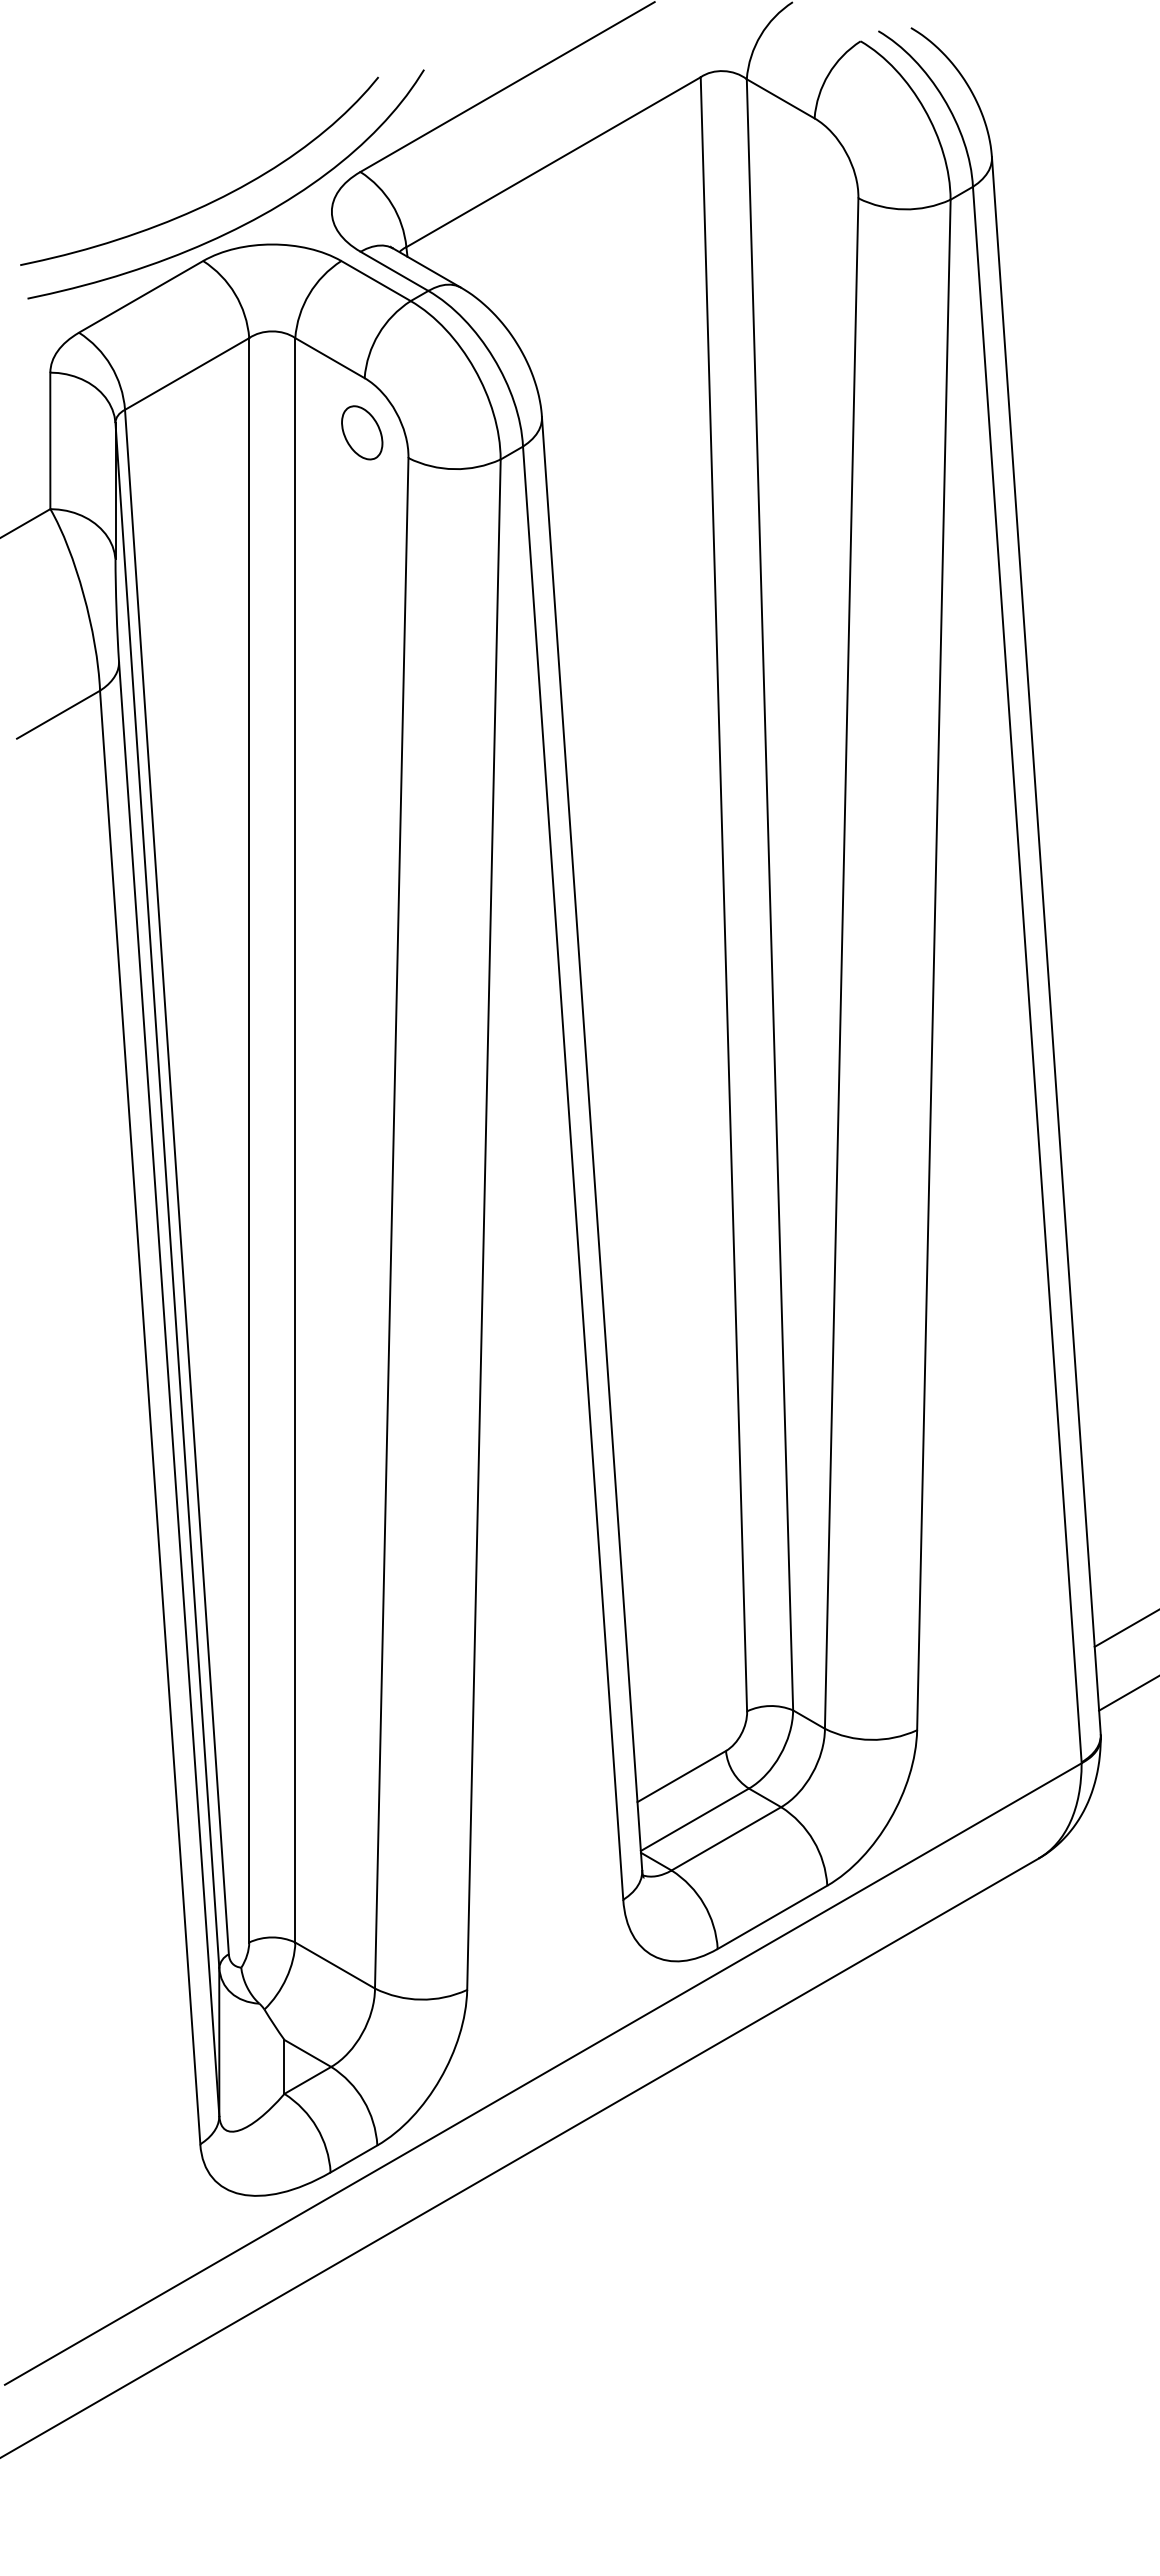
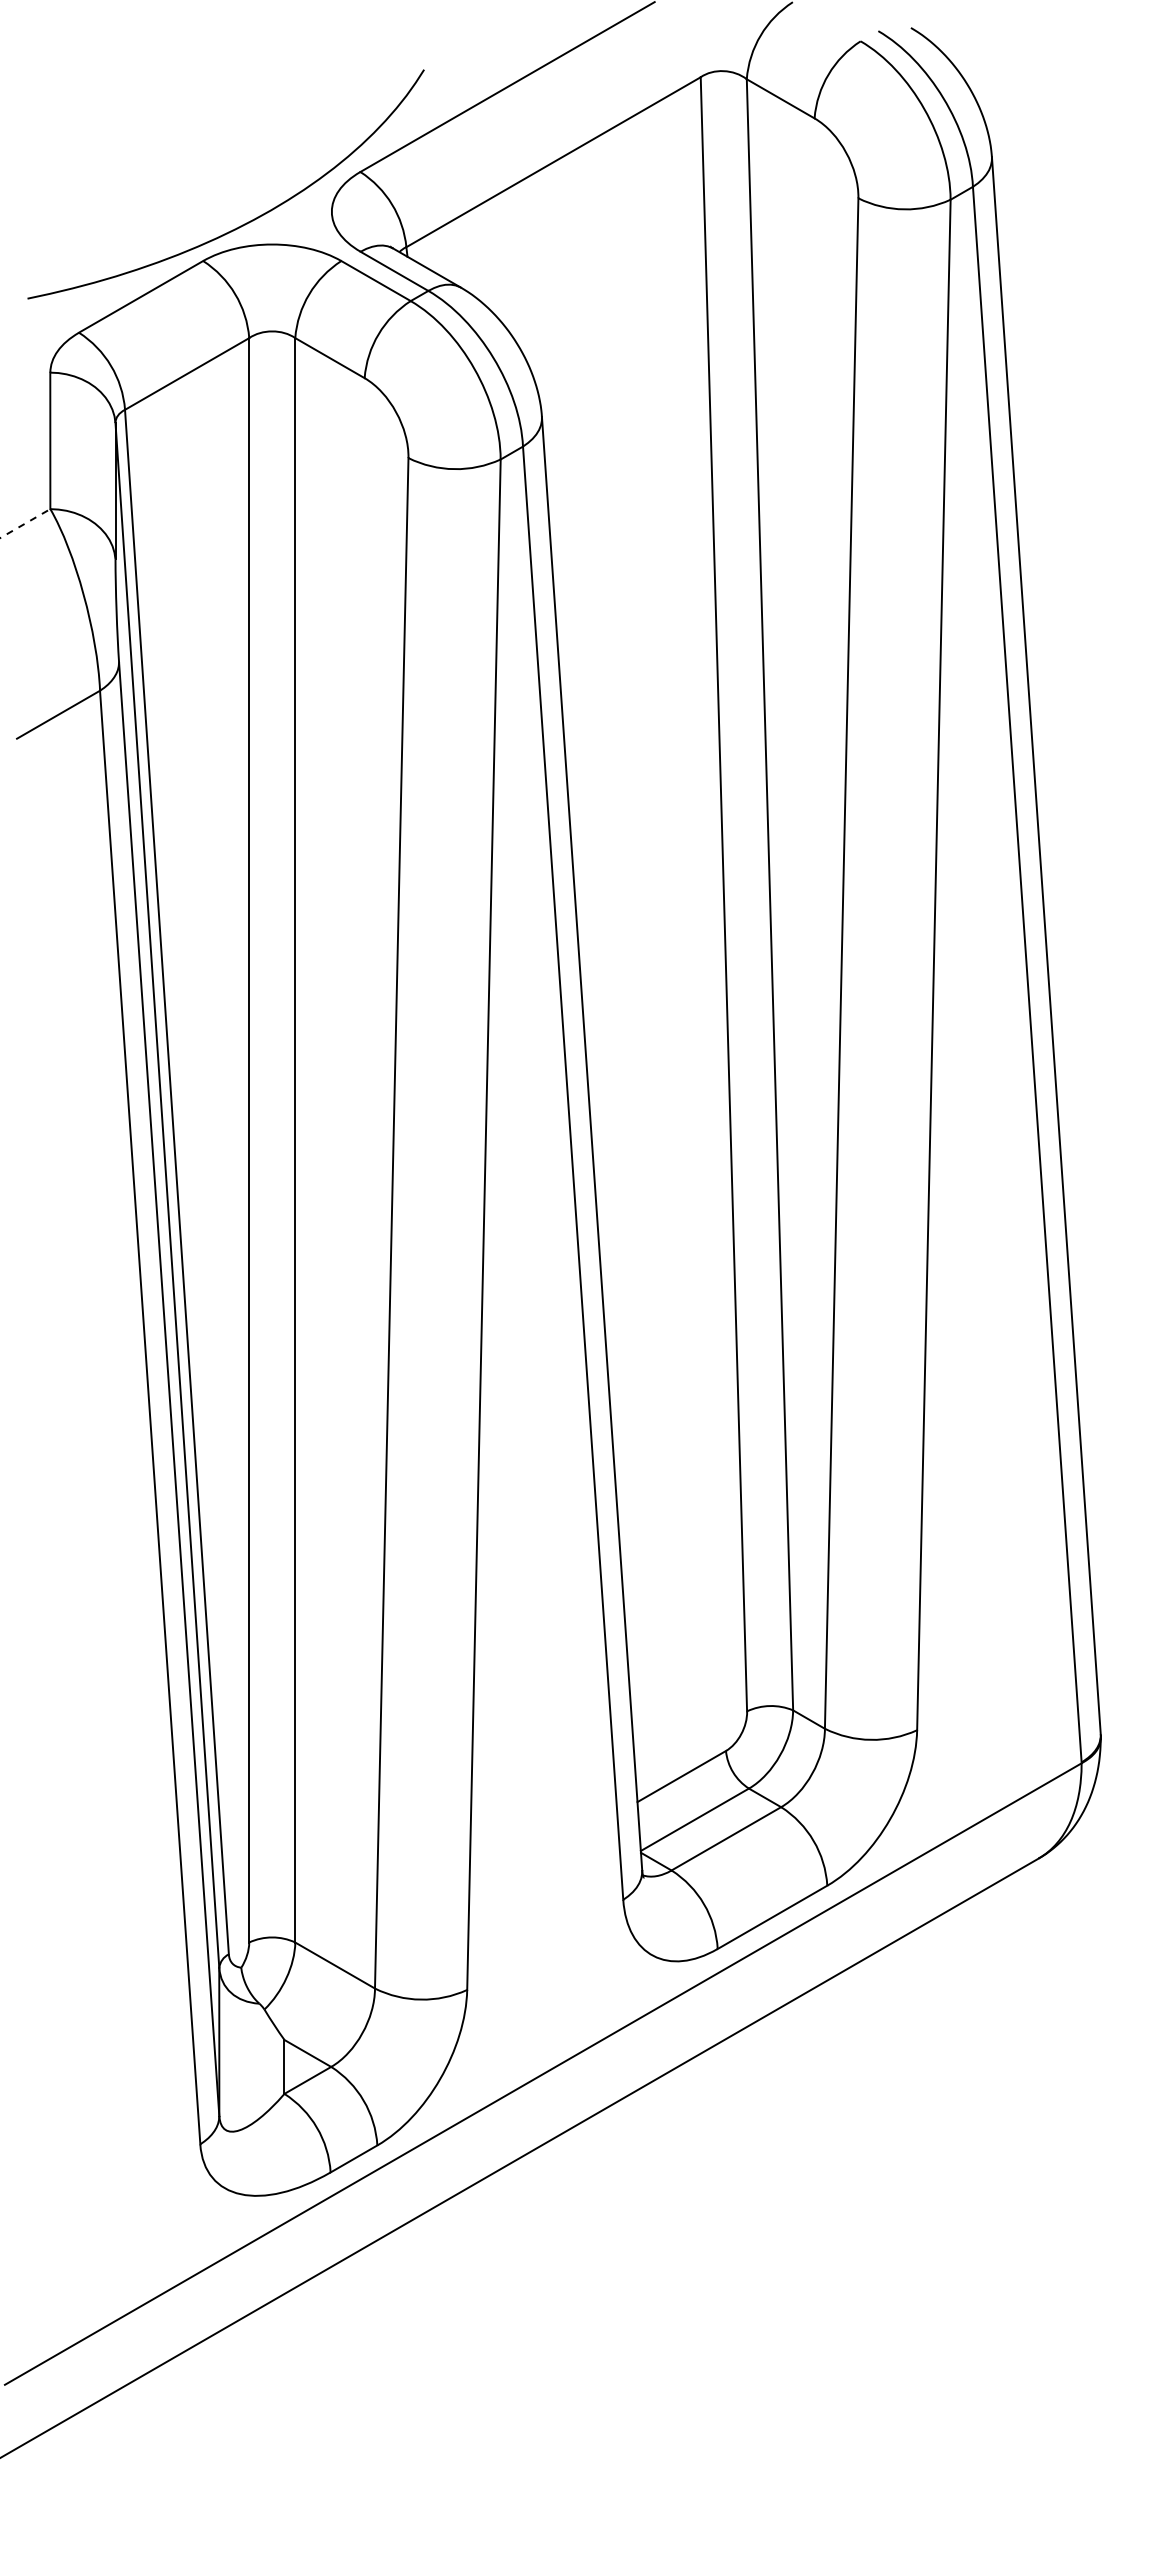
curve at (213, 200): present -> none
part at (362, 432): present -> none
line at (25, 523): solid -> dashed
line at (1125, 1628): present -> none
line at (1127, 1693): present -> none
